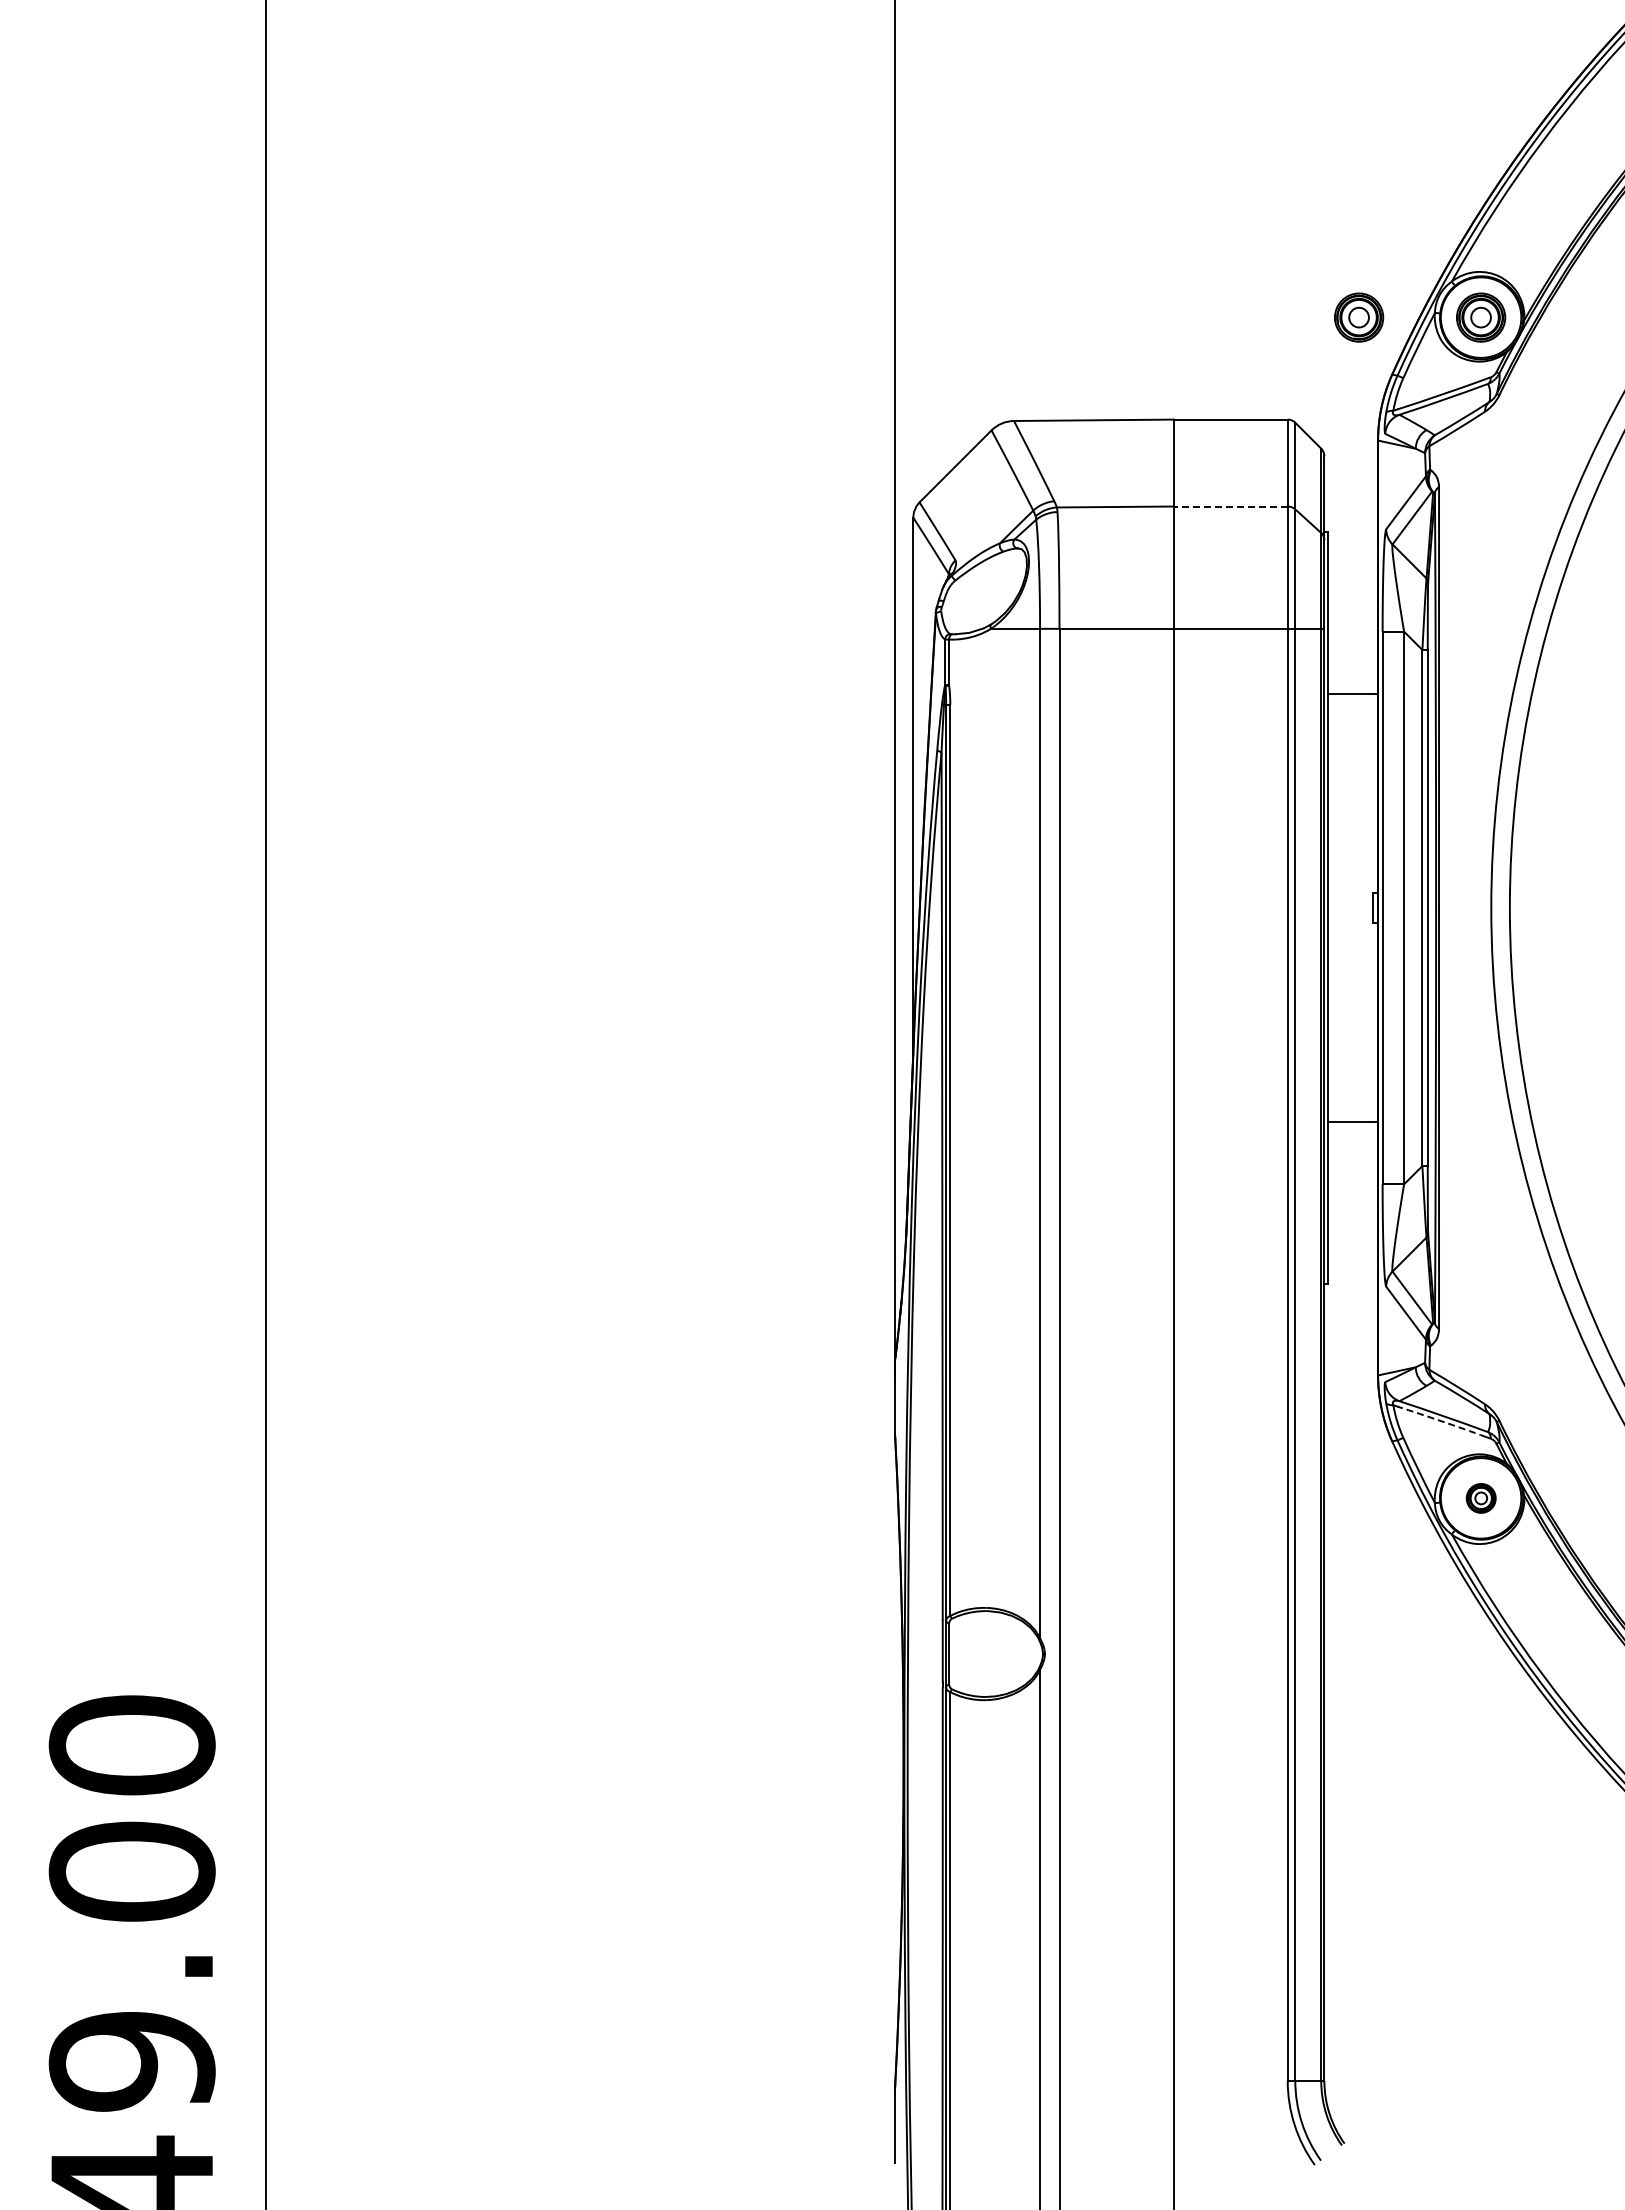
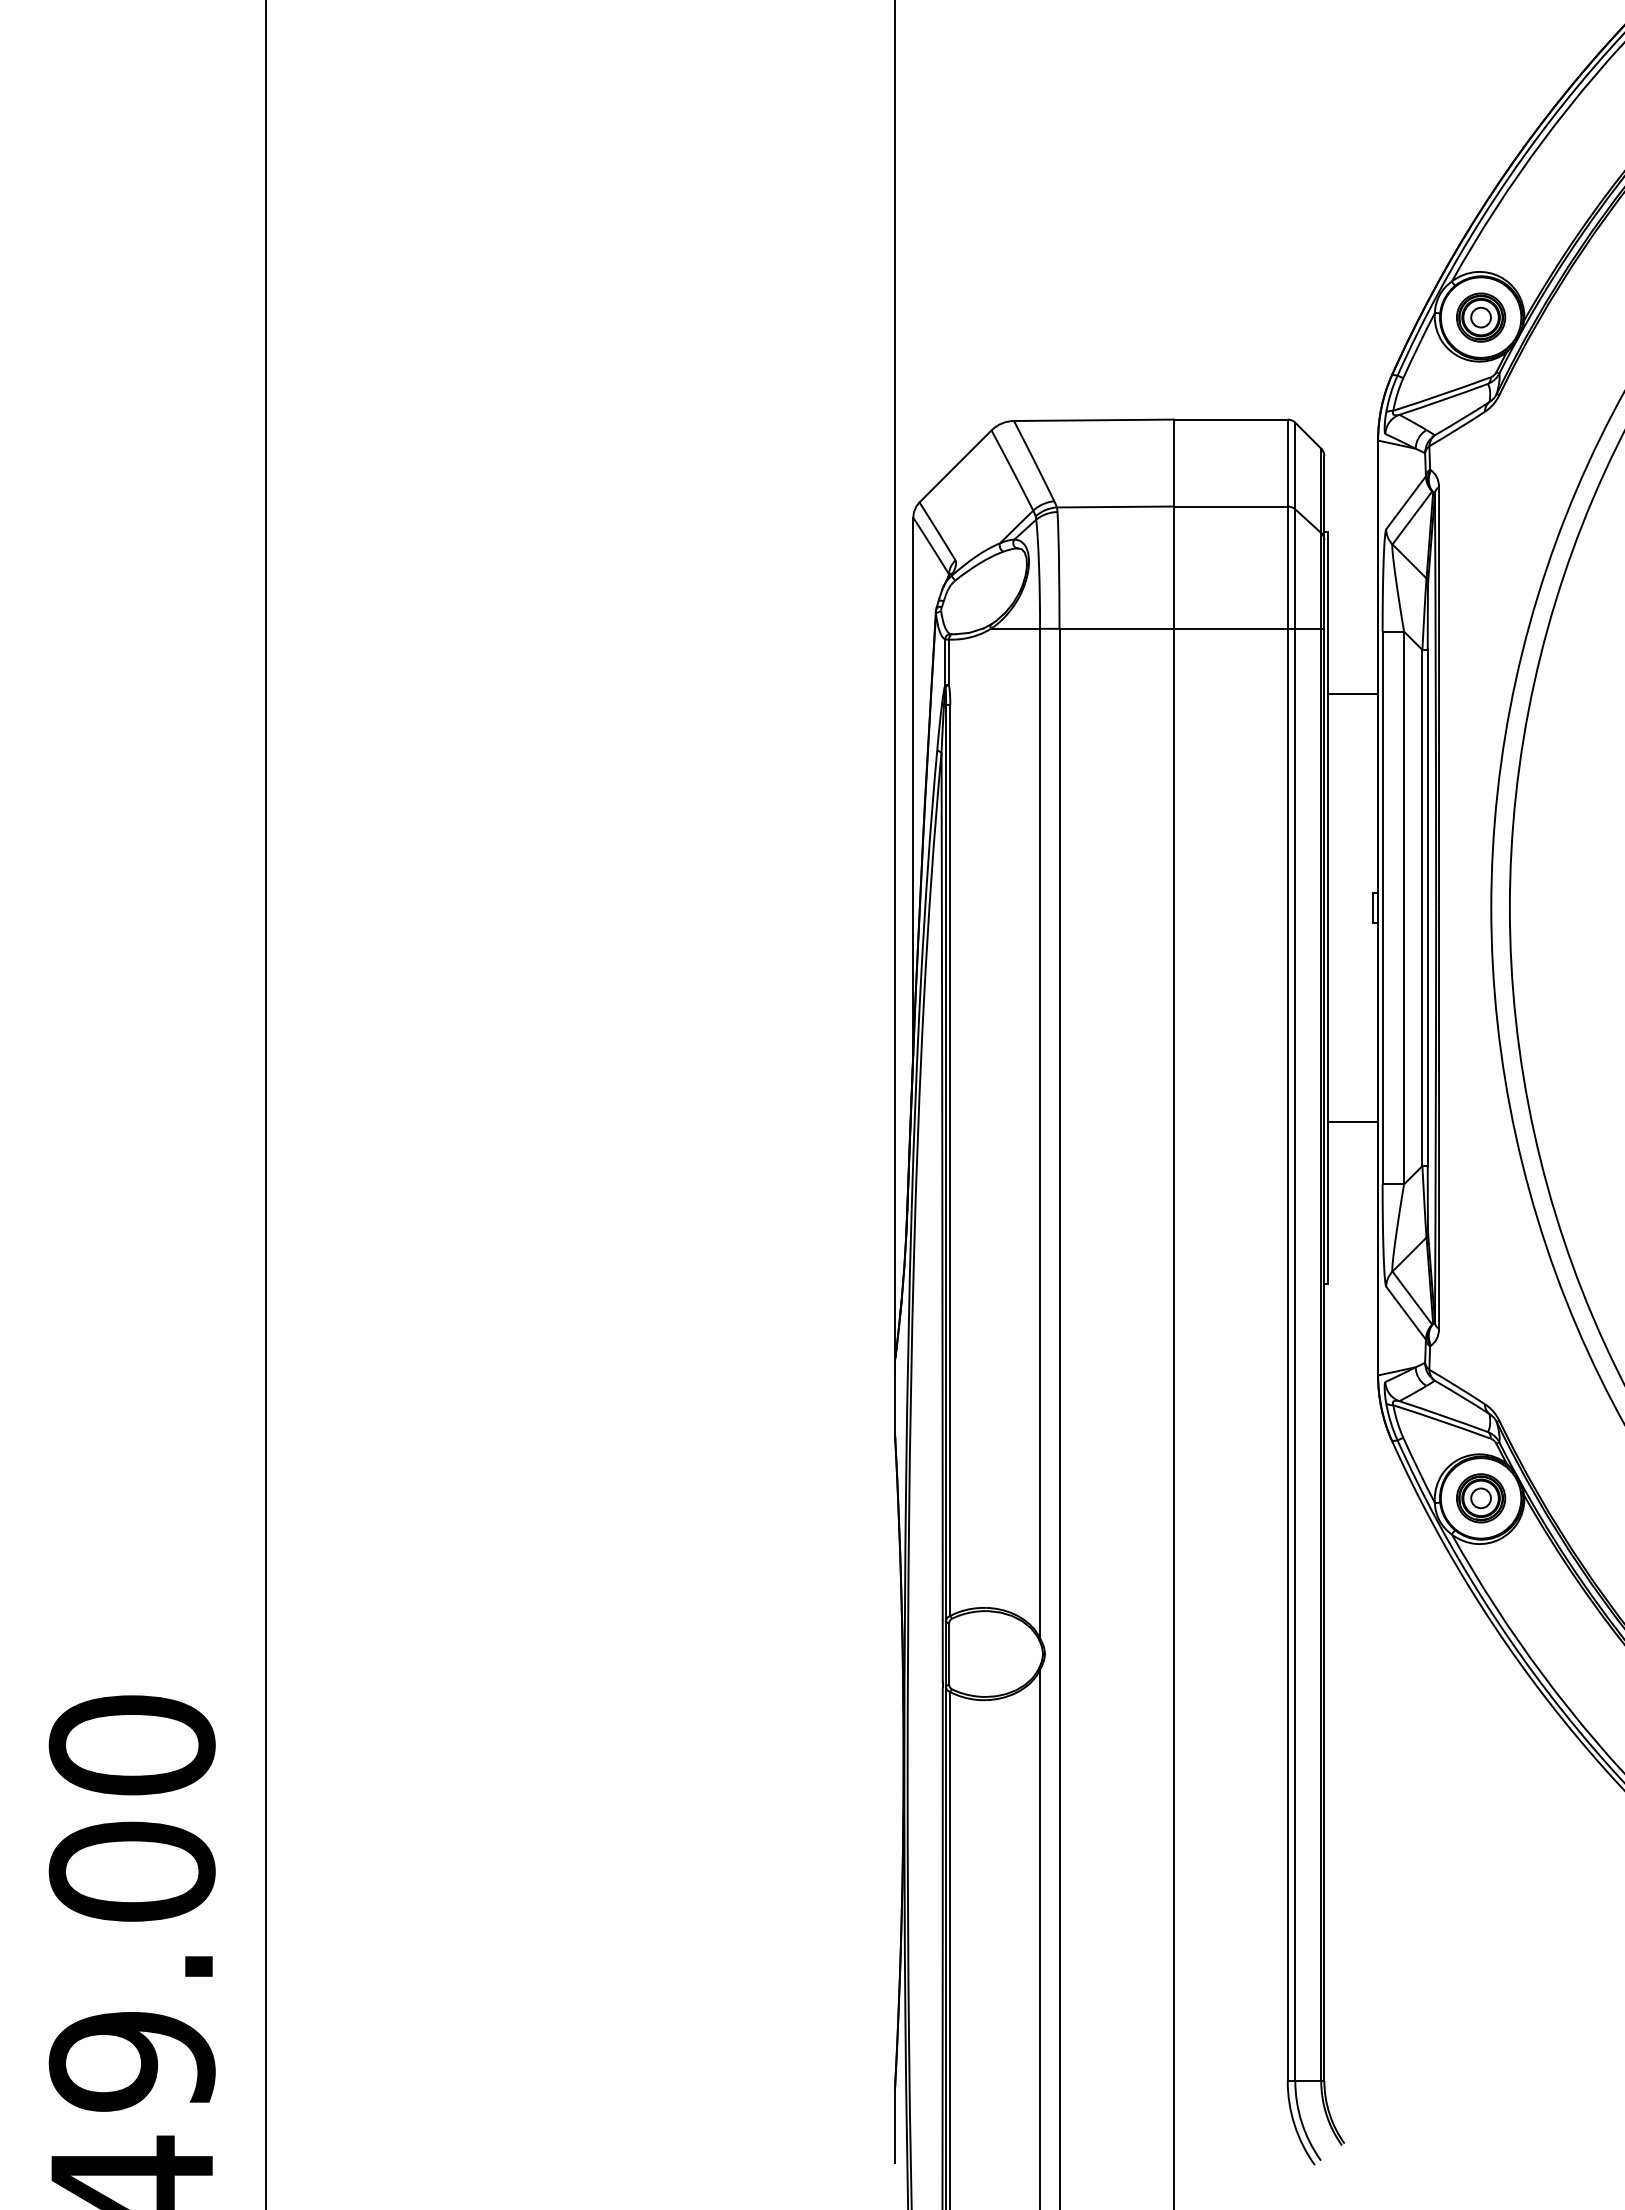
part at (1359, 317): present -> none
line at (1230, 506): dashed -> solid
arc at (1441, 1421): dashed -> solid
part at (1480, 1498) size: 32x31 px -> 51x51 px
